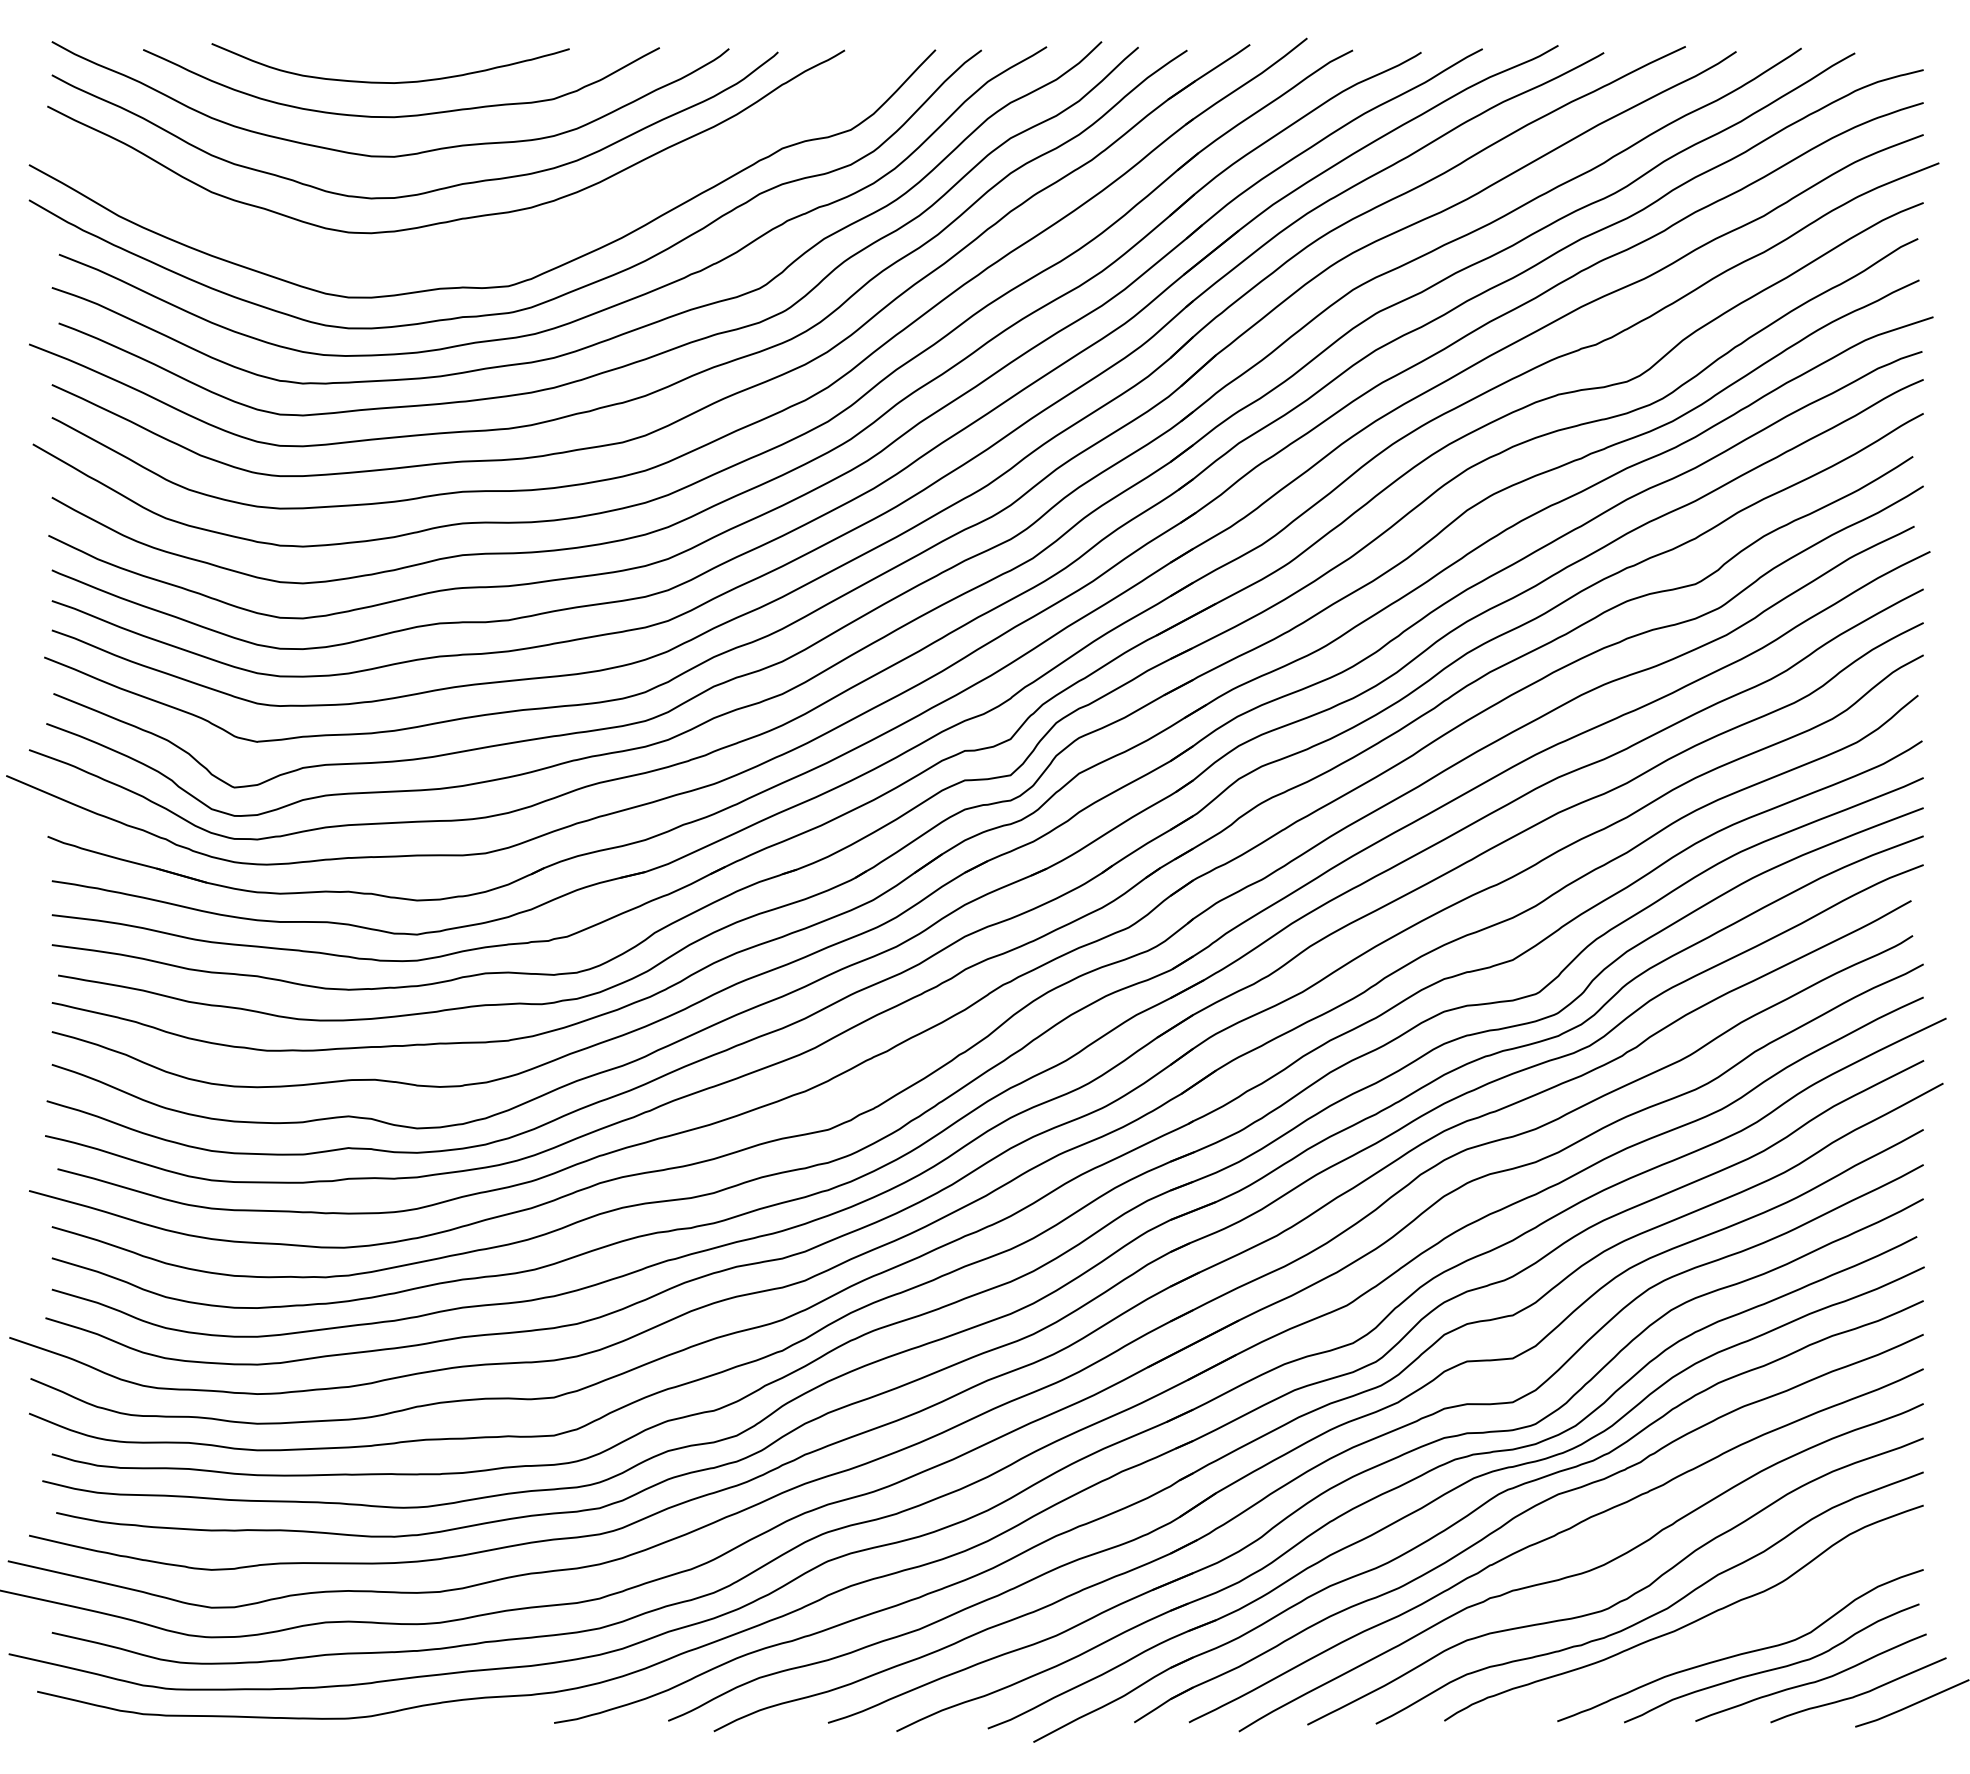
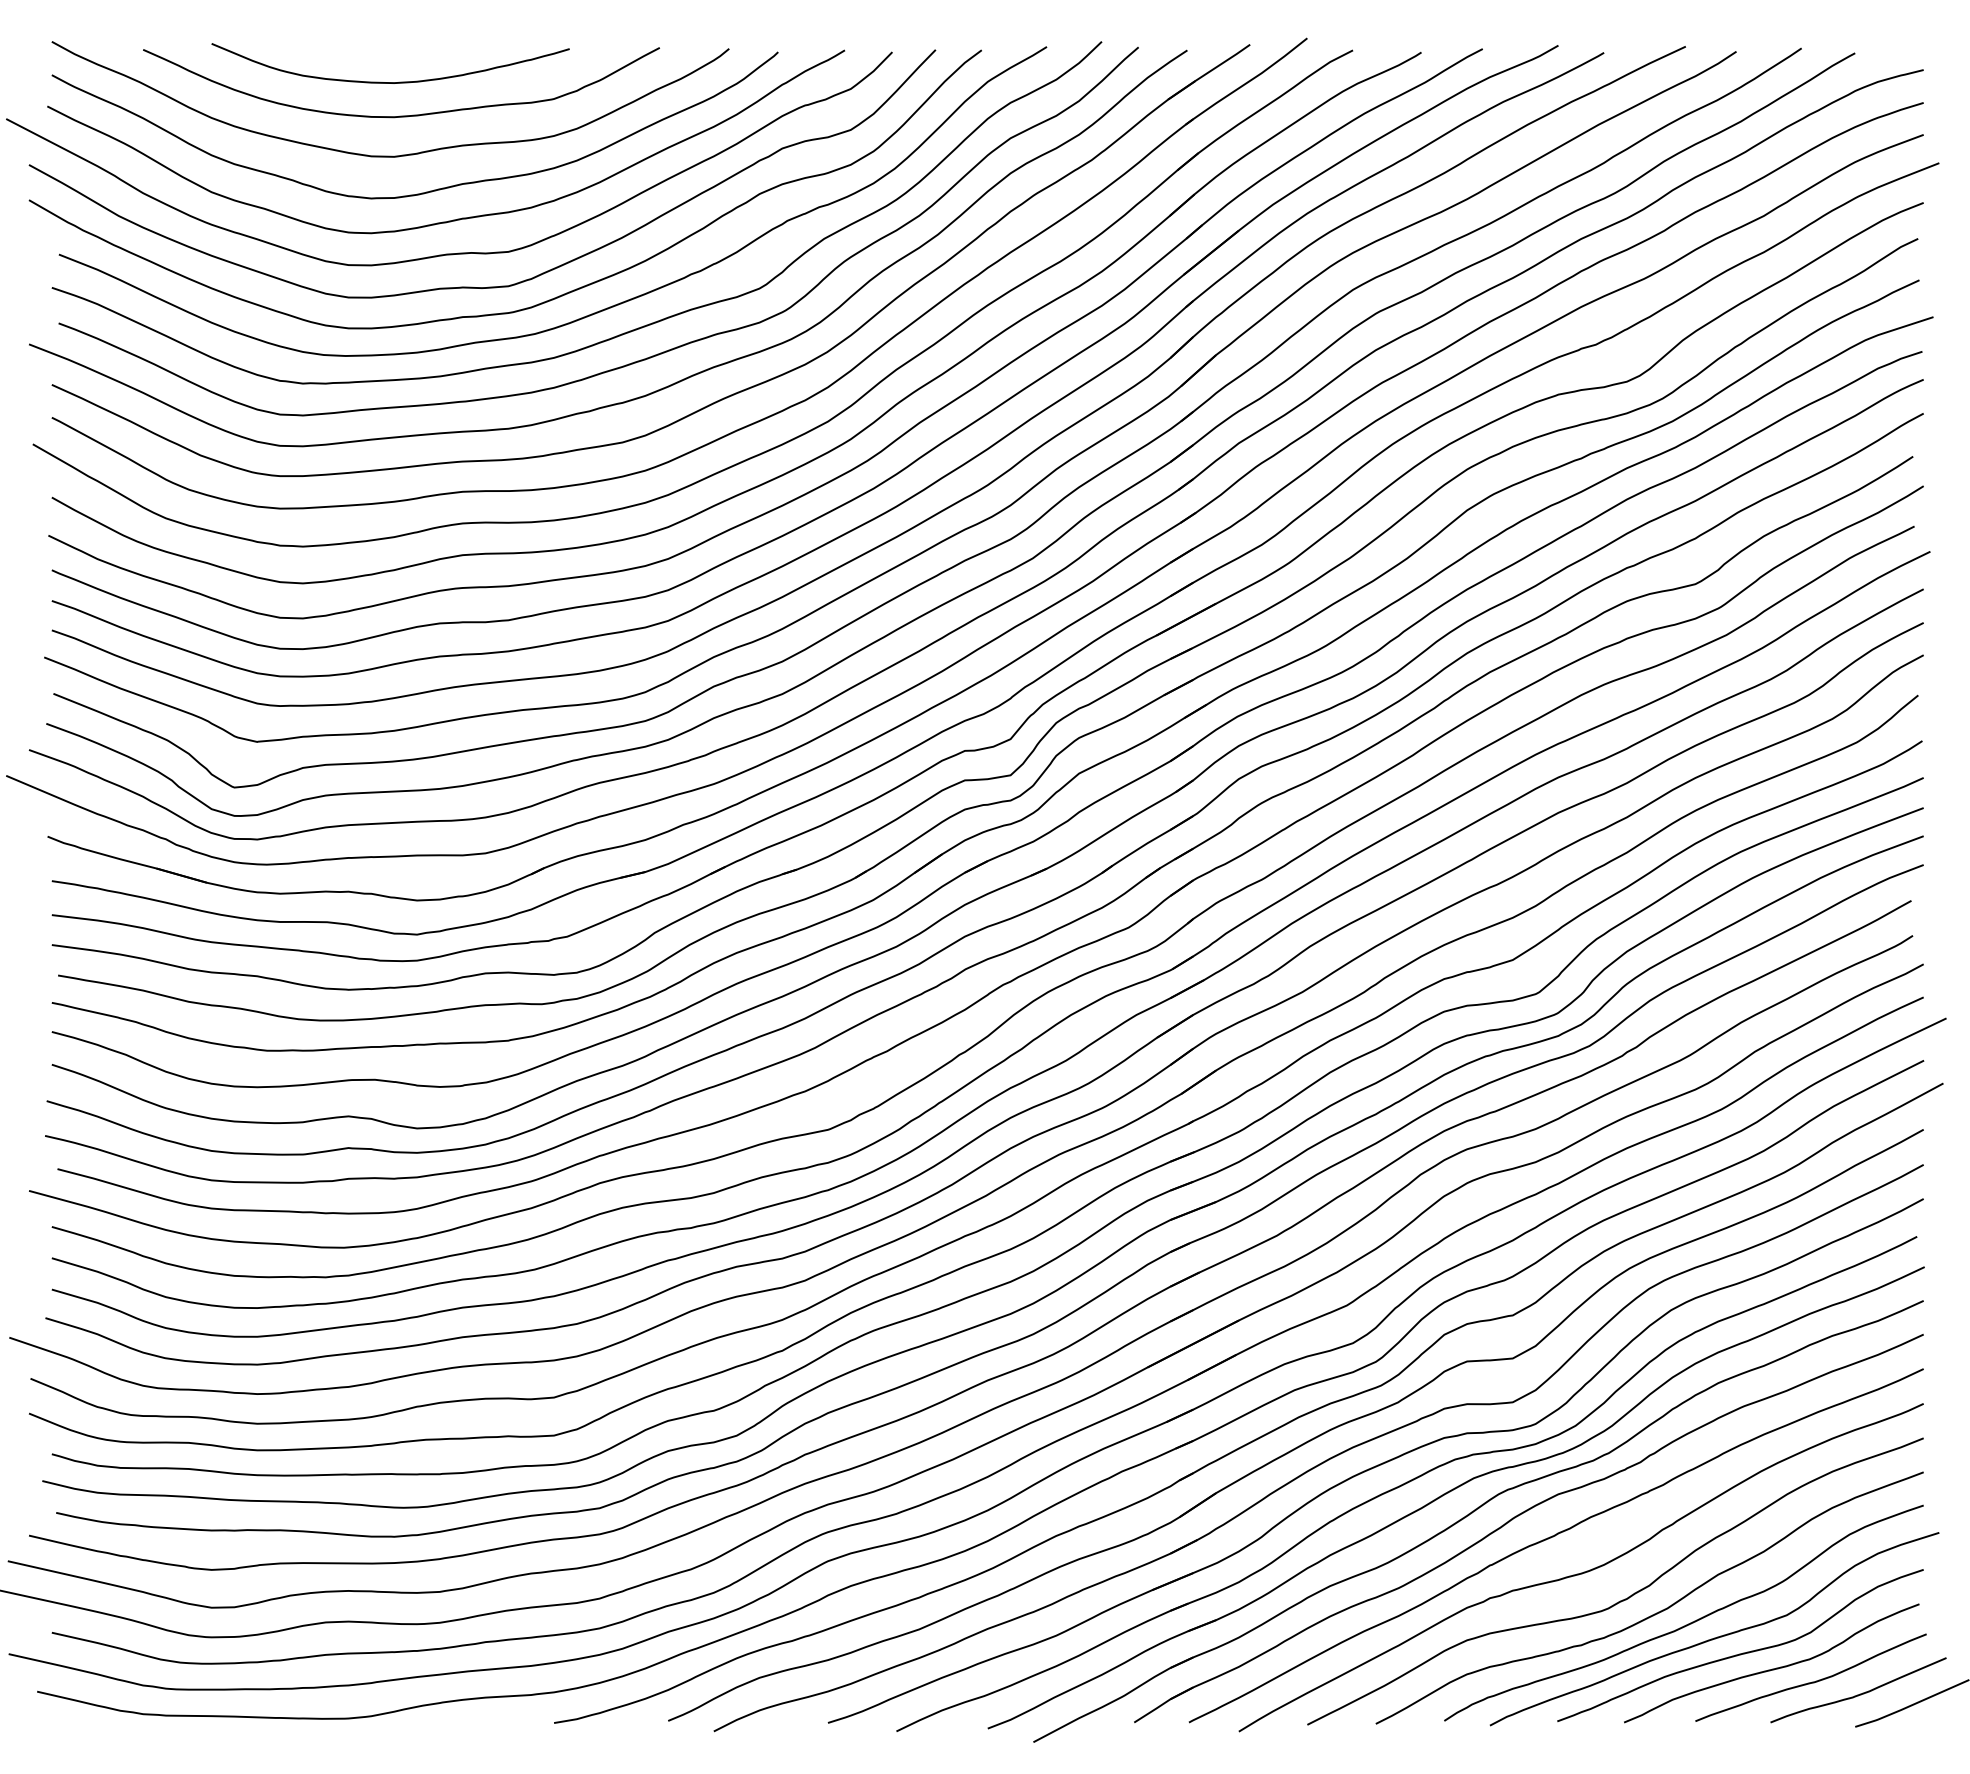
curve at (458, 252): none -> present
curve at (1717, 1636): none -> present
